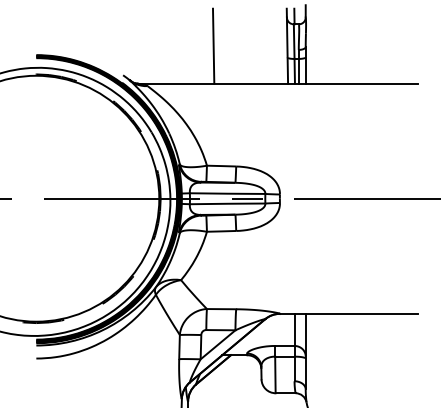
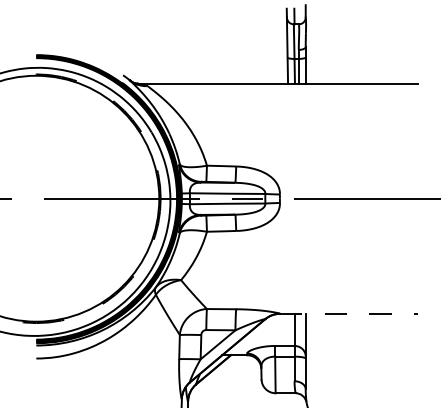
line at (213, 45): present -> none
line at (349, 313): solid -> dashed
